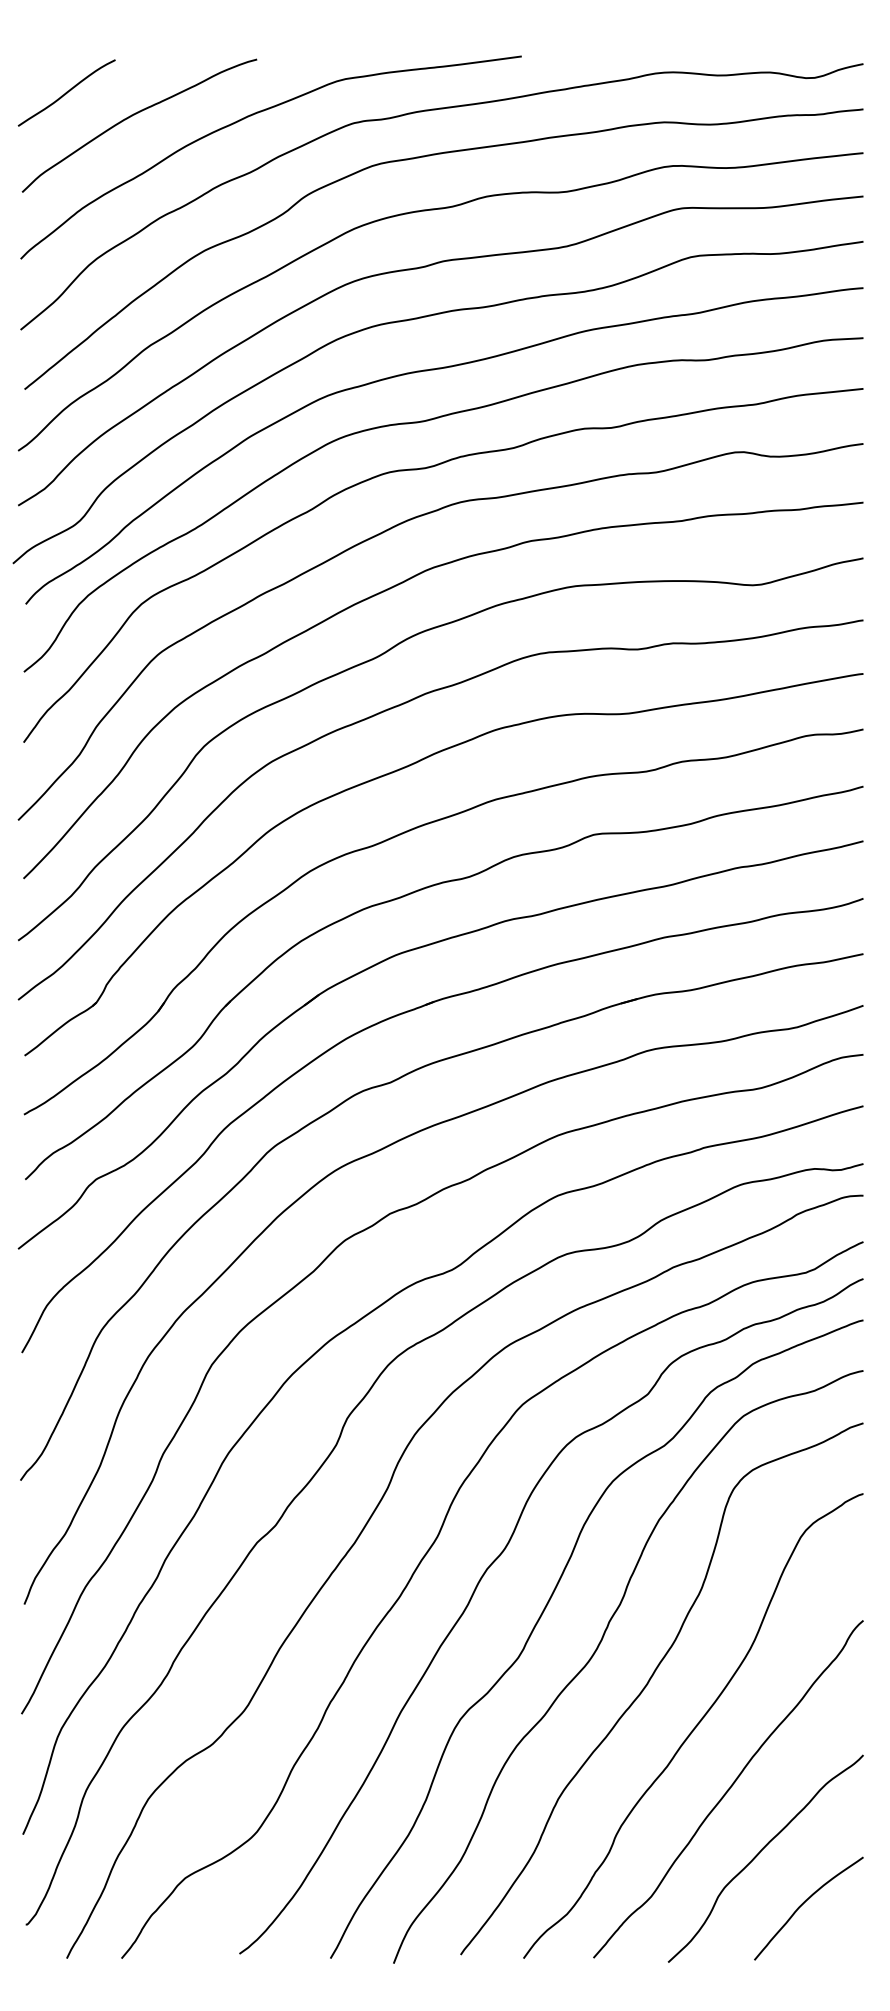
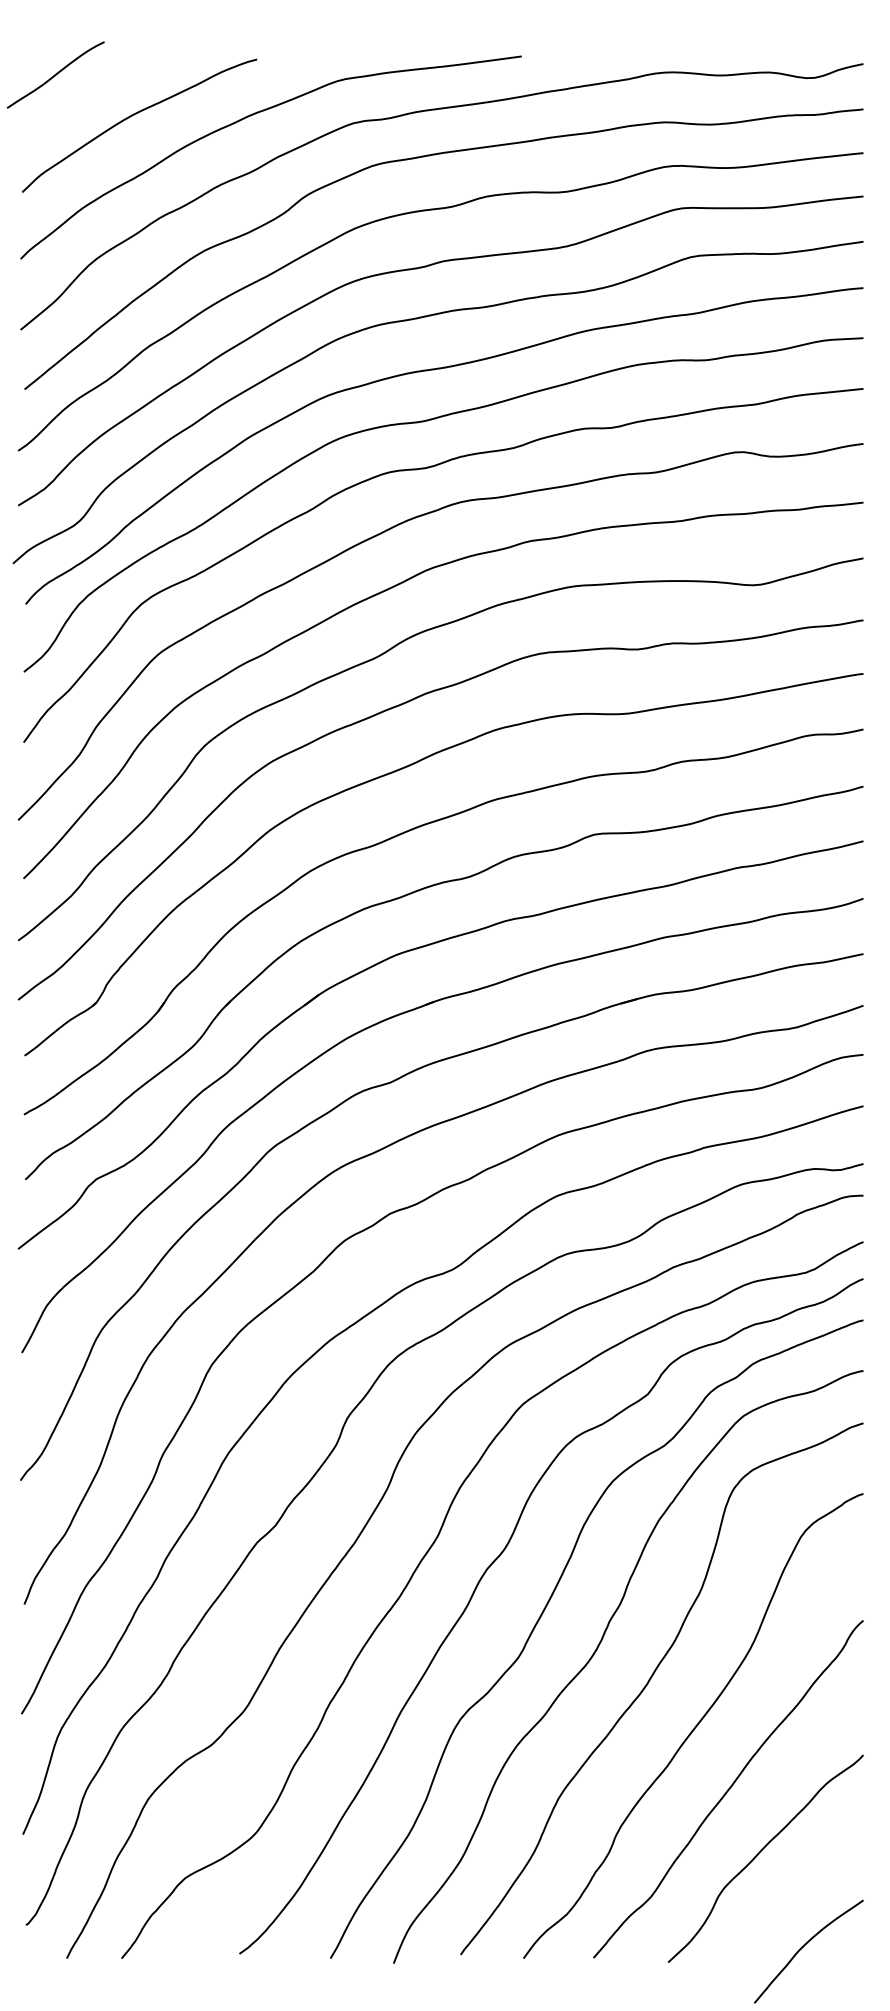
curve at (66, 92) position: (66, 92) -> (55, 74)
curve at (804, 1903) position: (804, 1903) -> (804, 1946)
